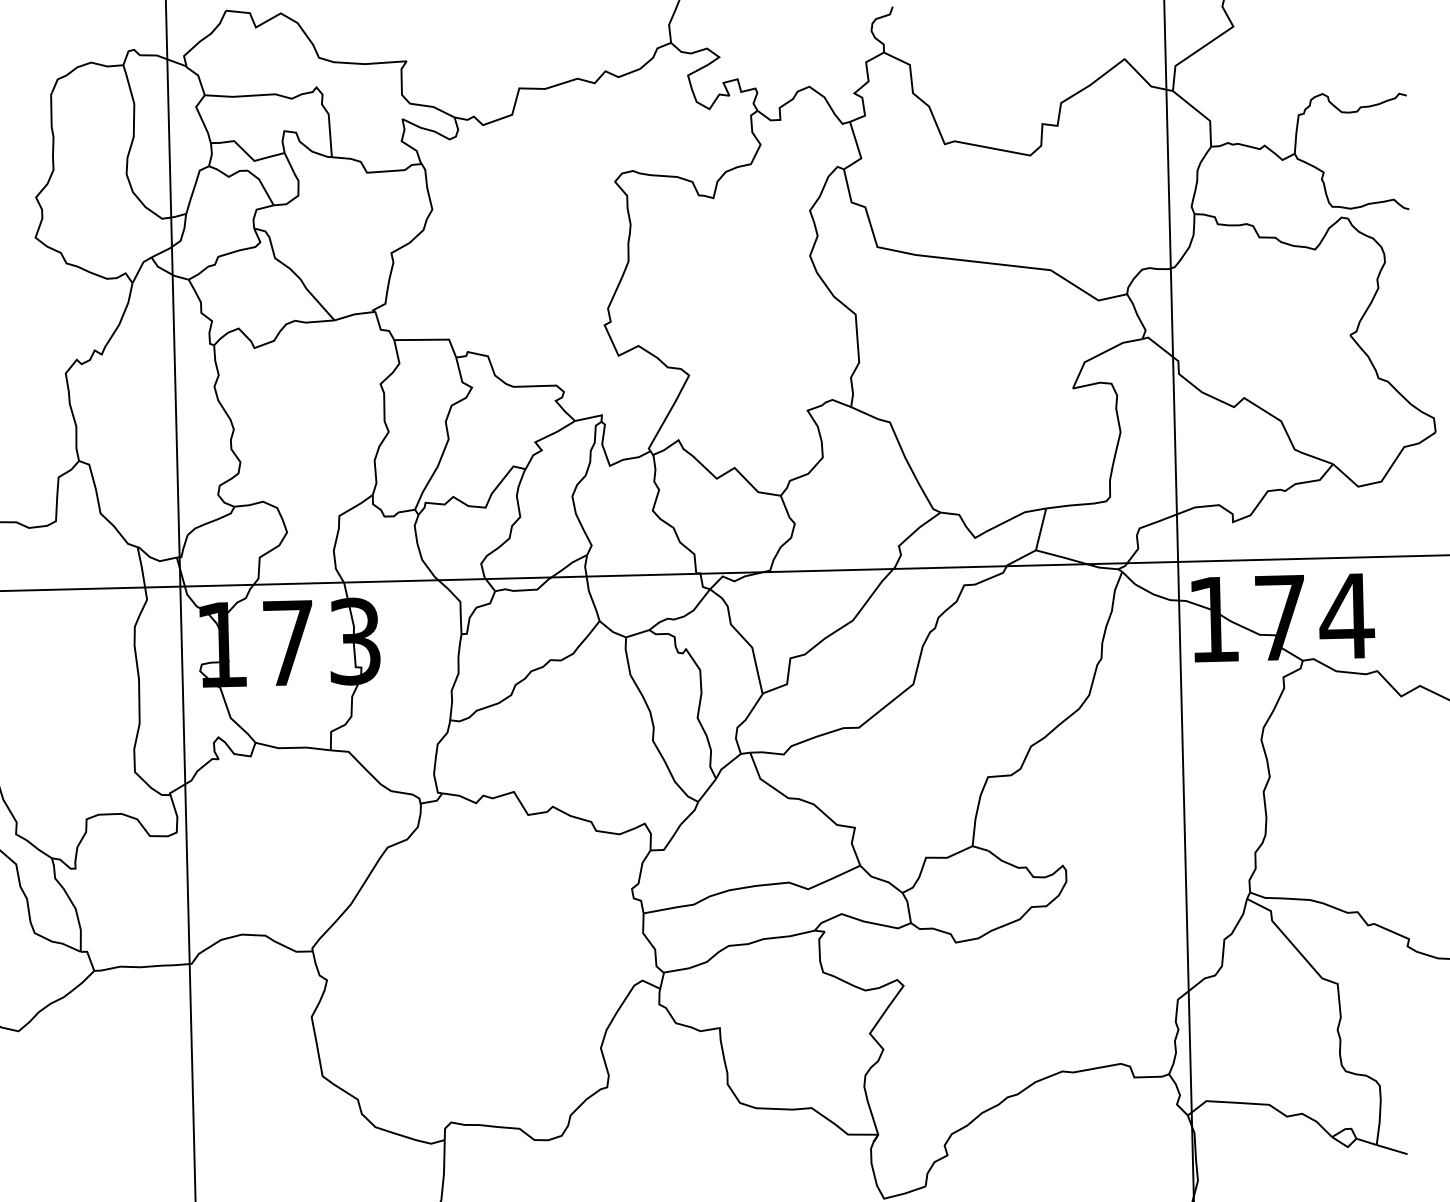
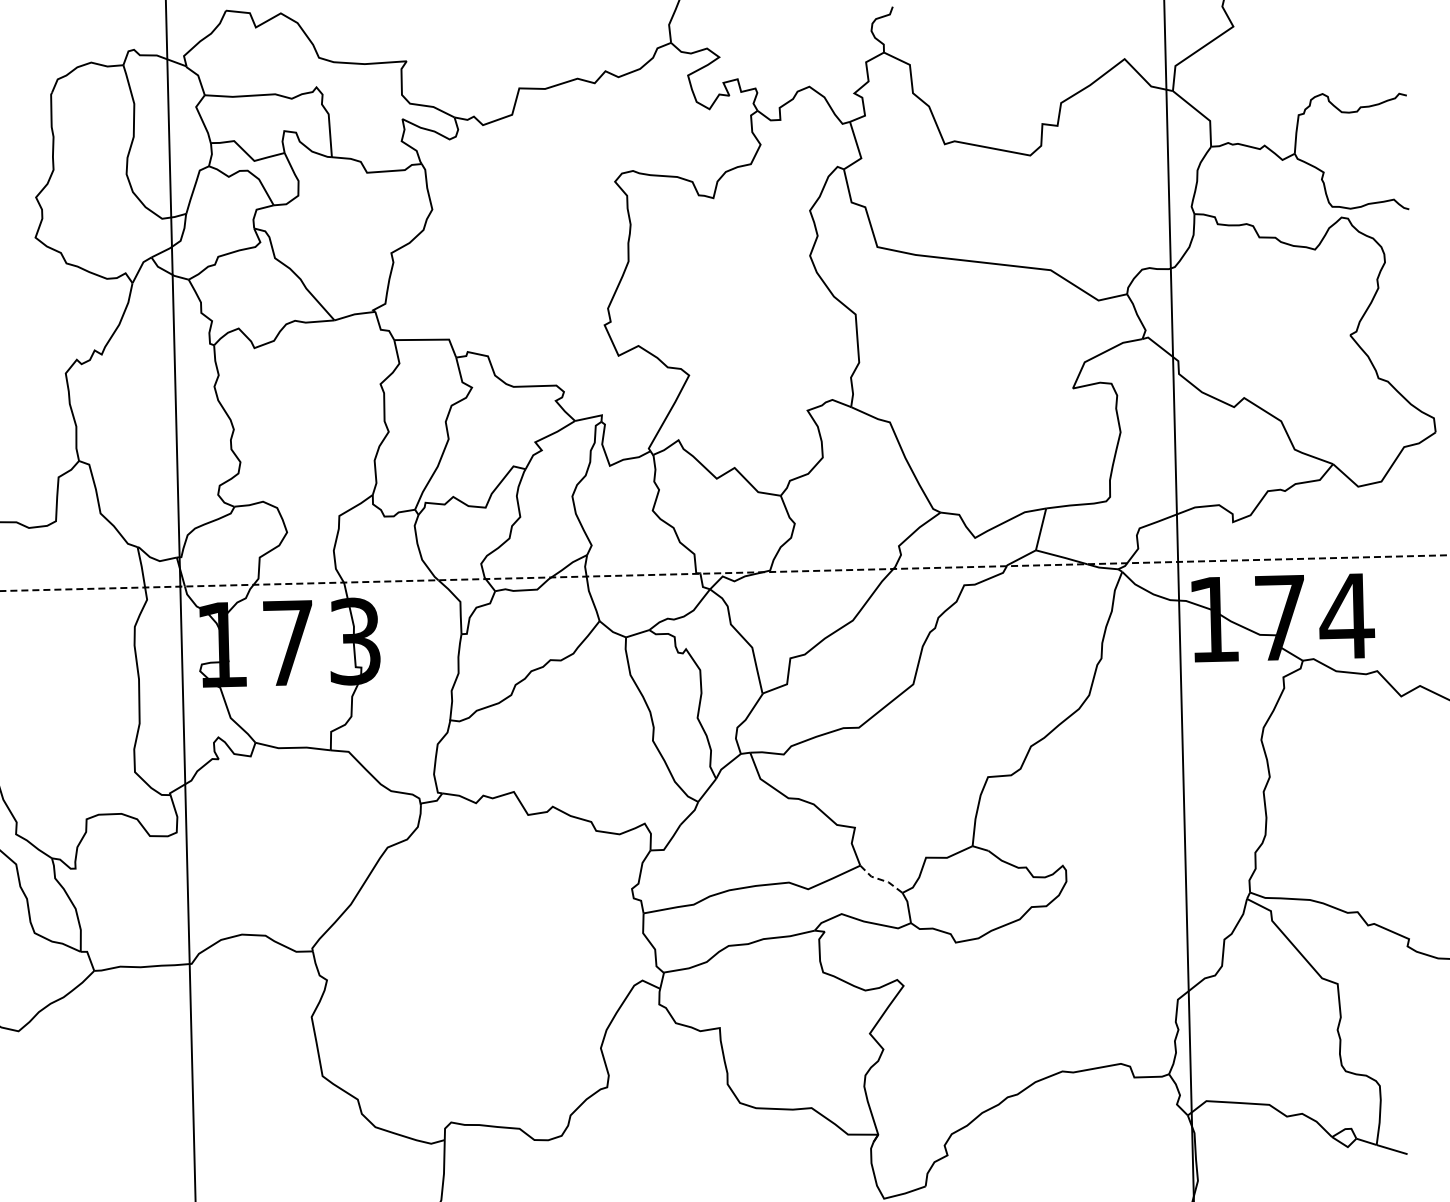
line at (724, 573): solid -> dashed
line at (881, 879): solid -> dashed
